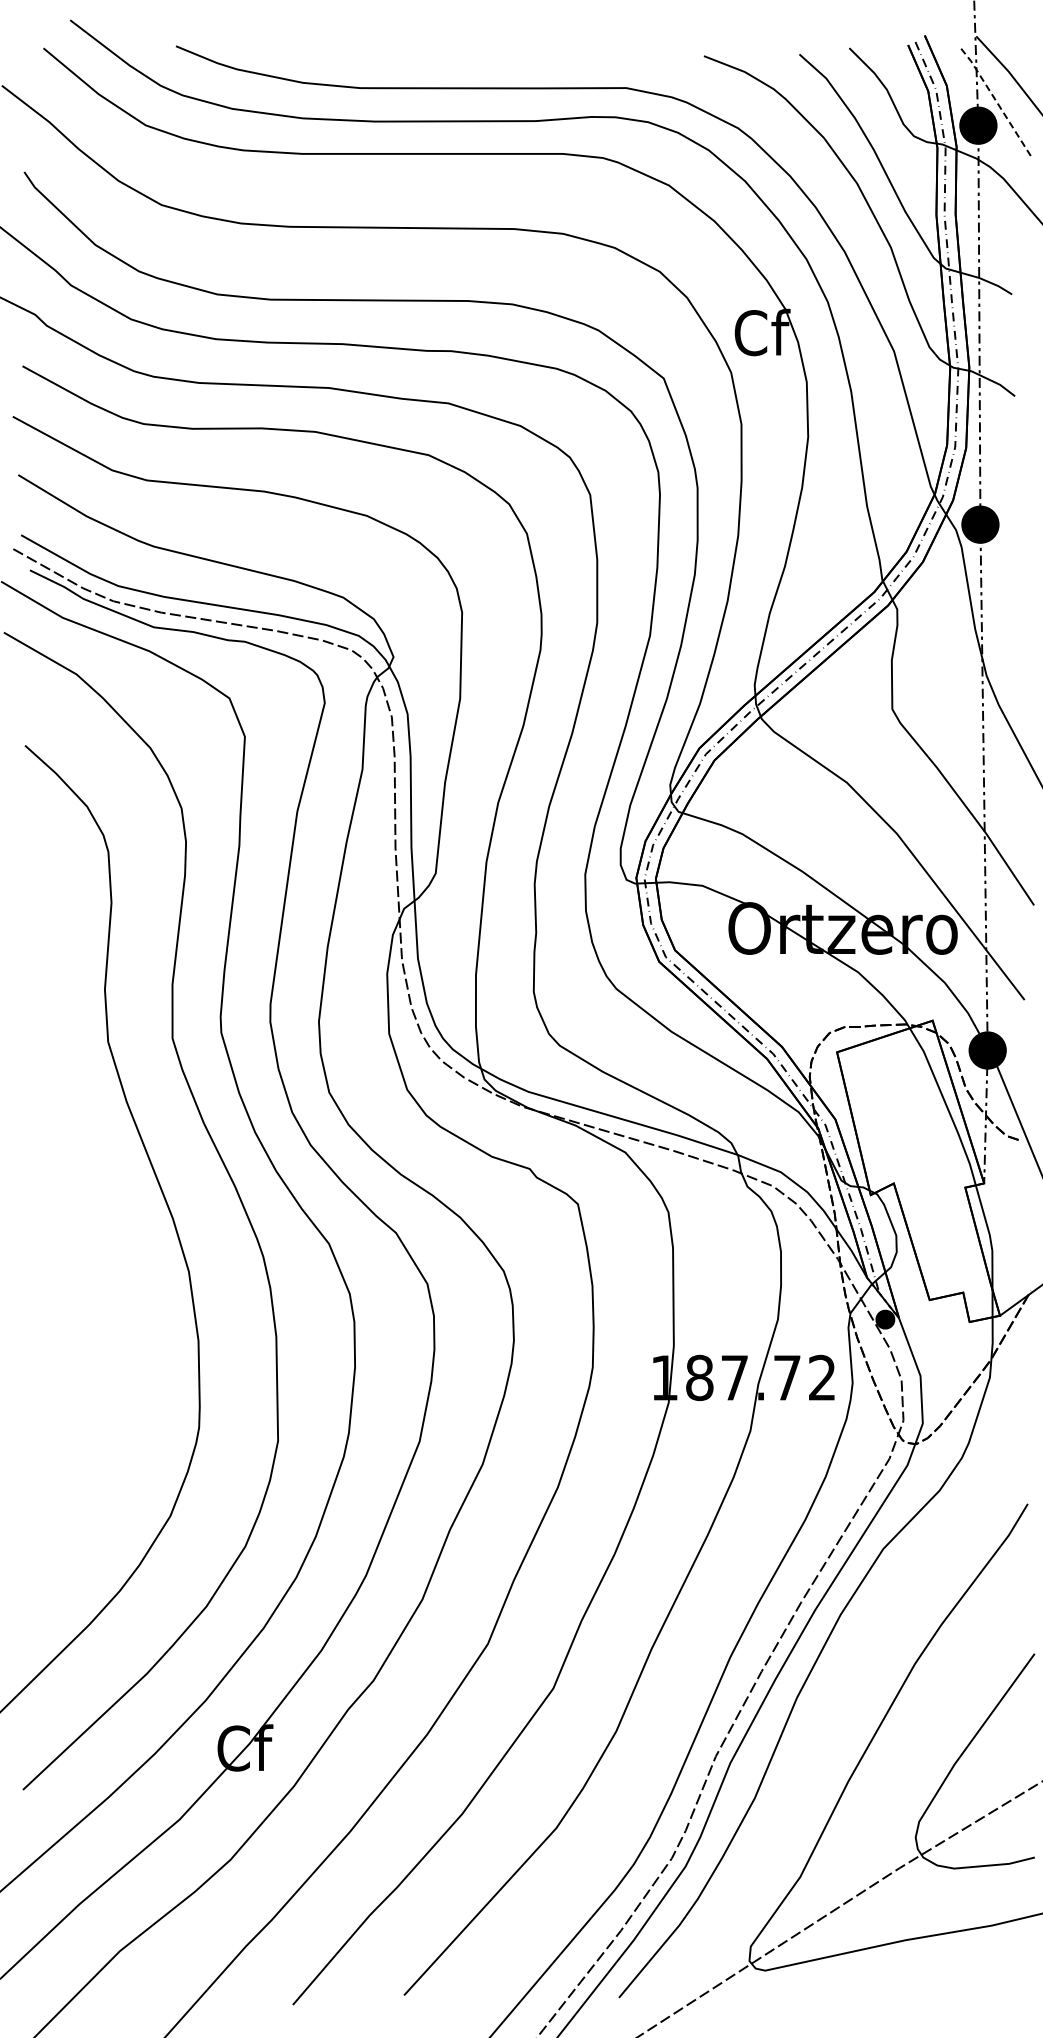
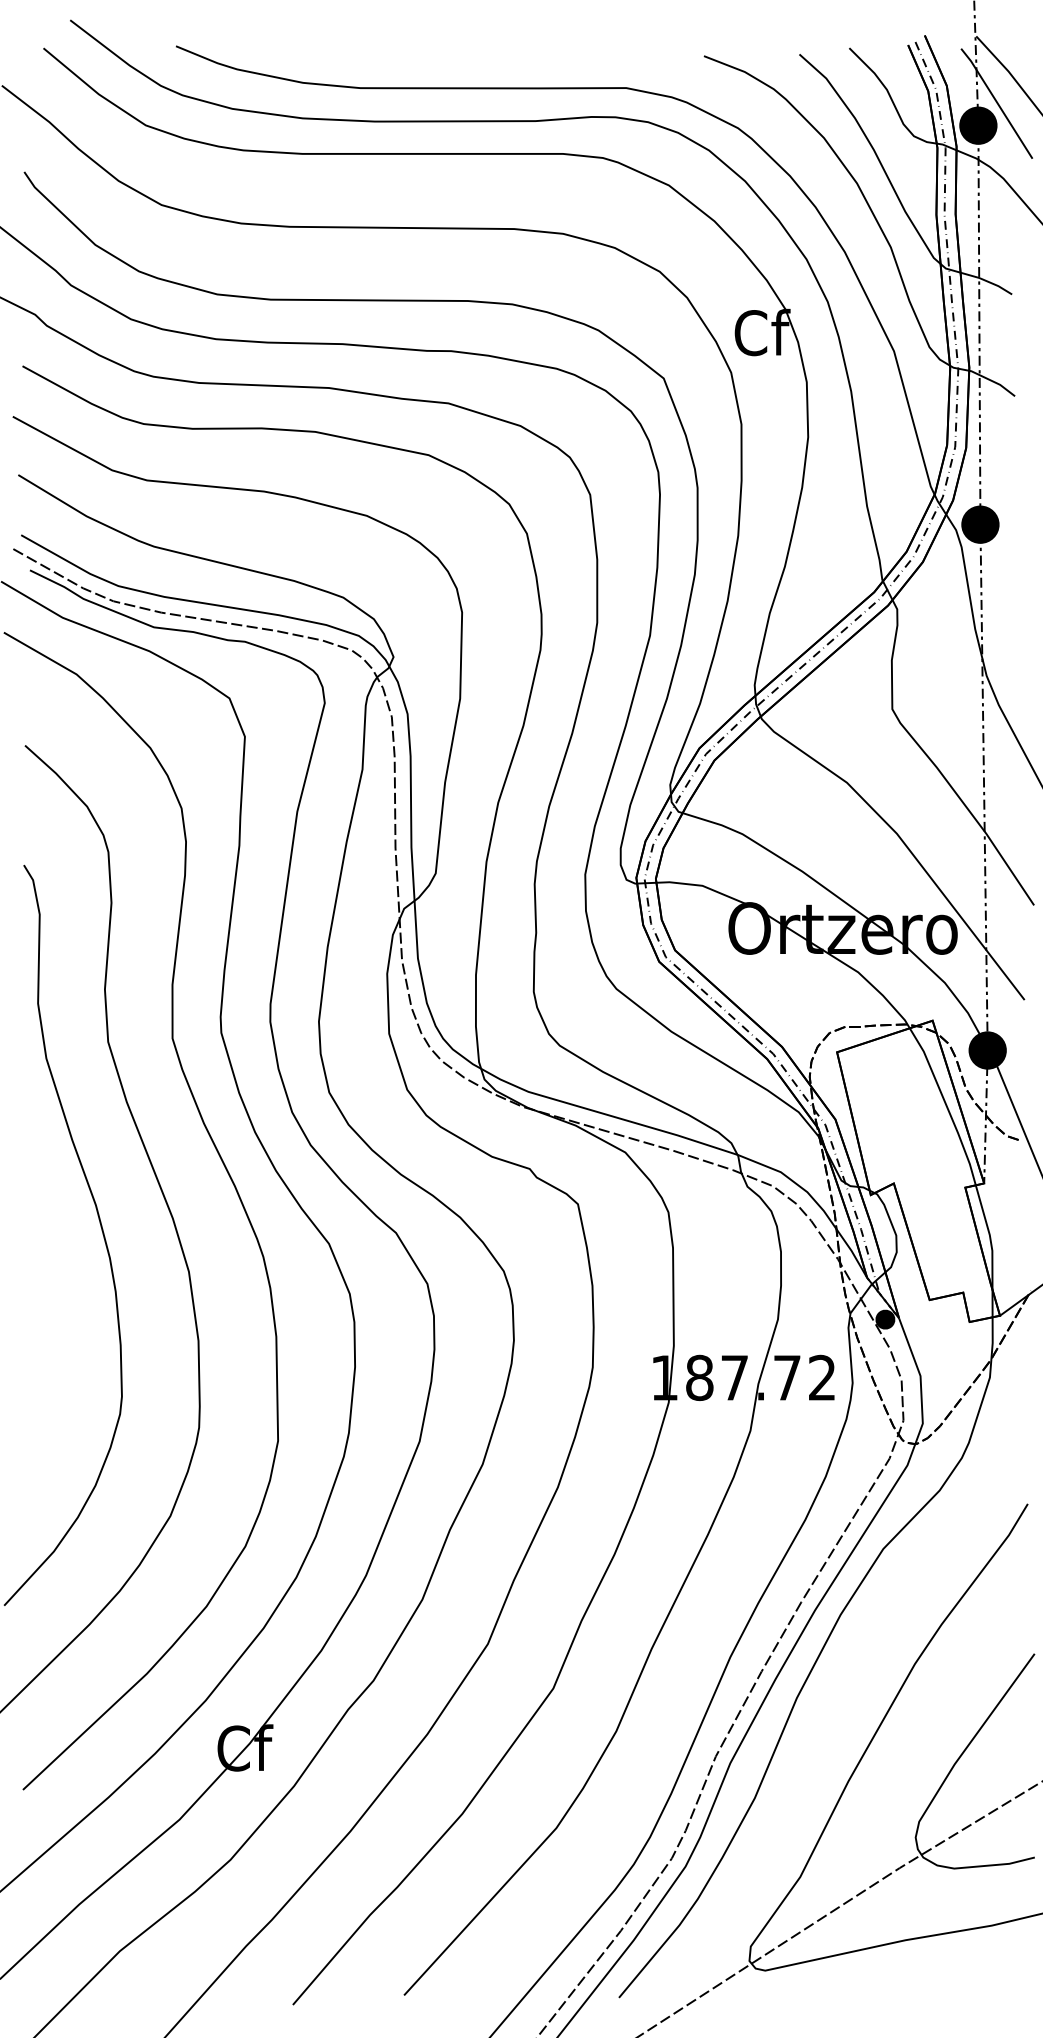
line at (997, 103): dashed -> solid
curve at (99, 1223): none -> present
